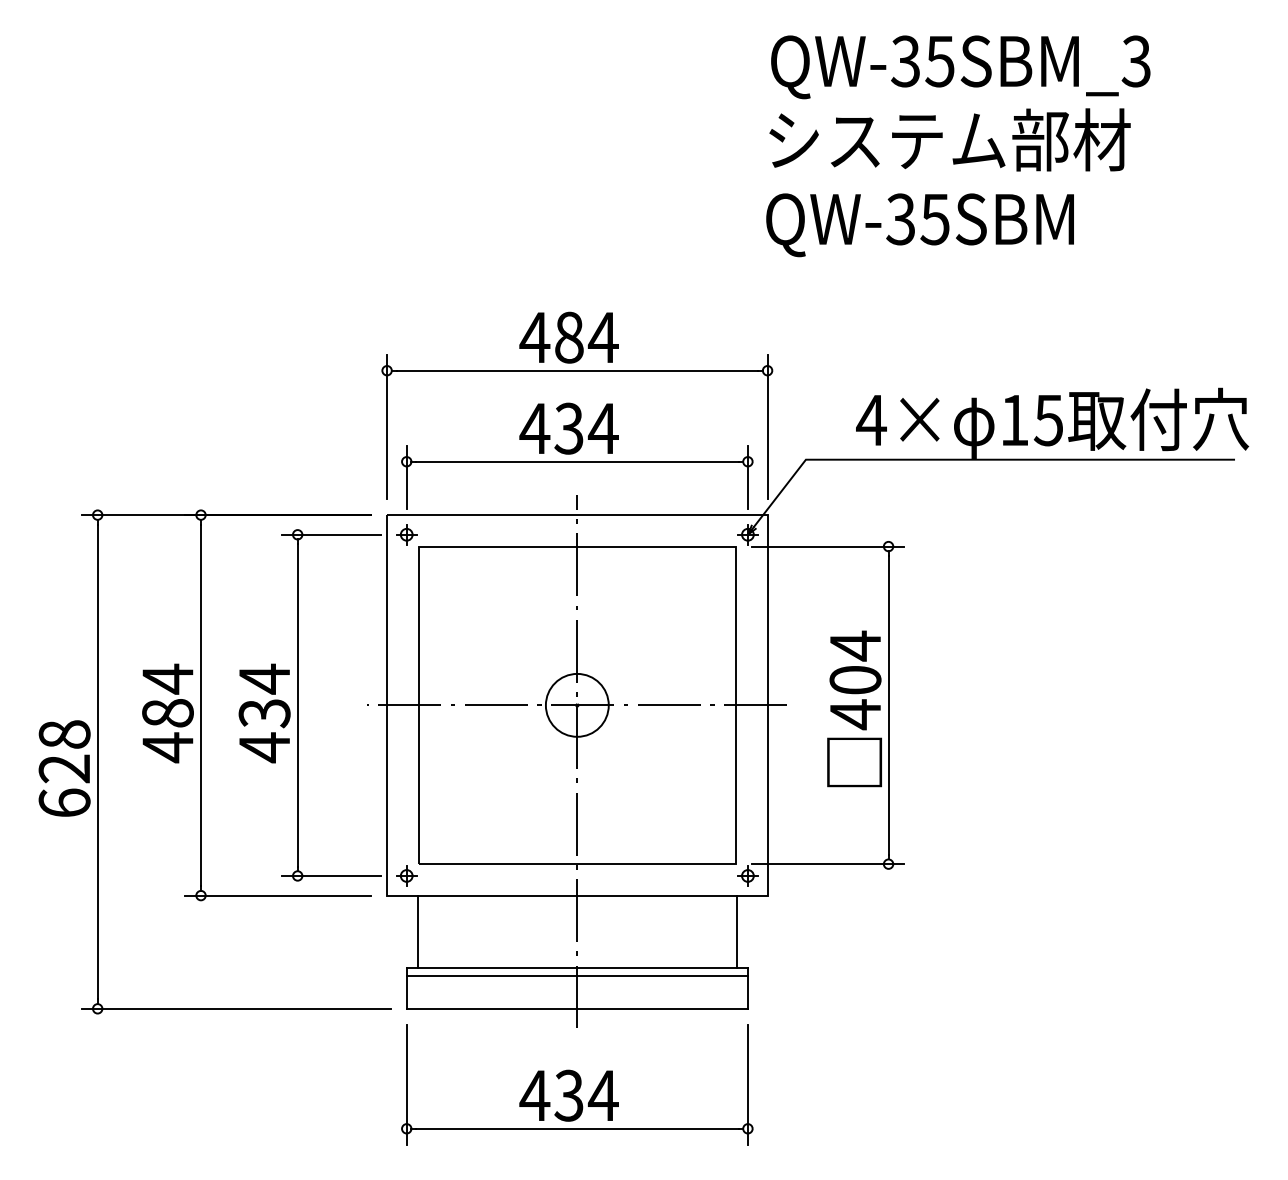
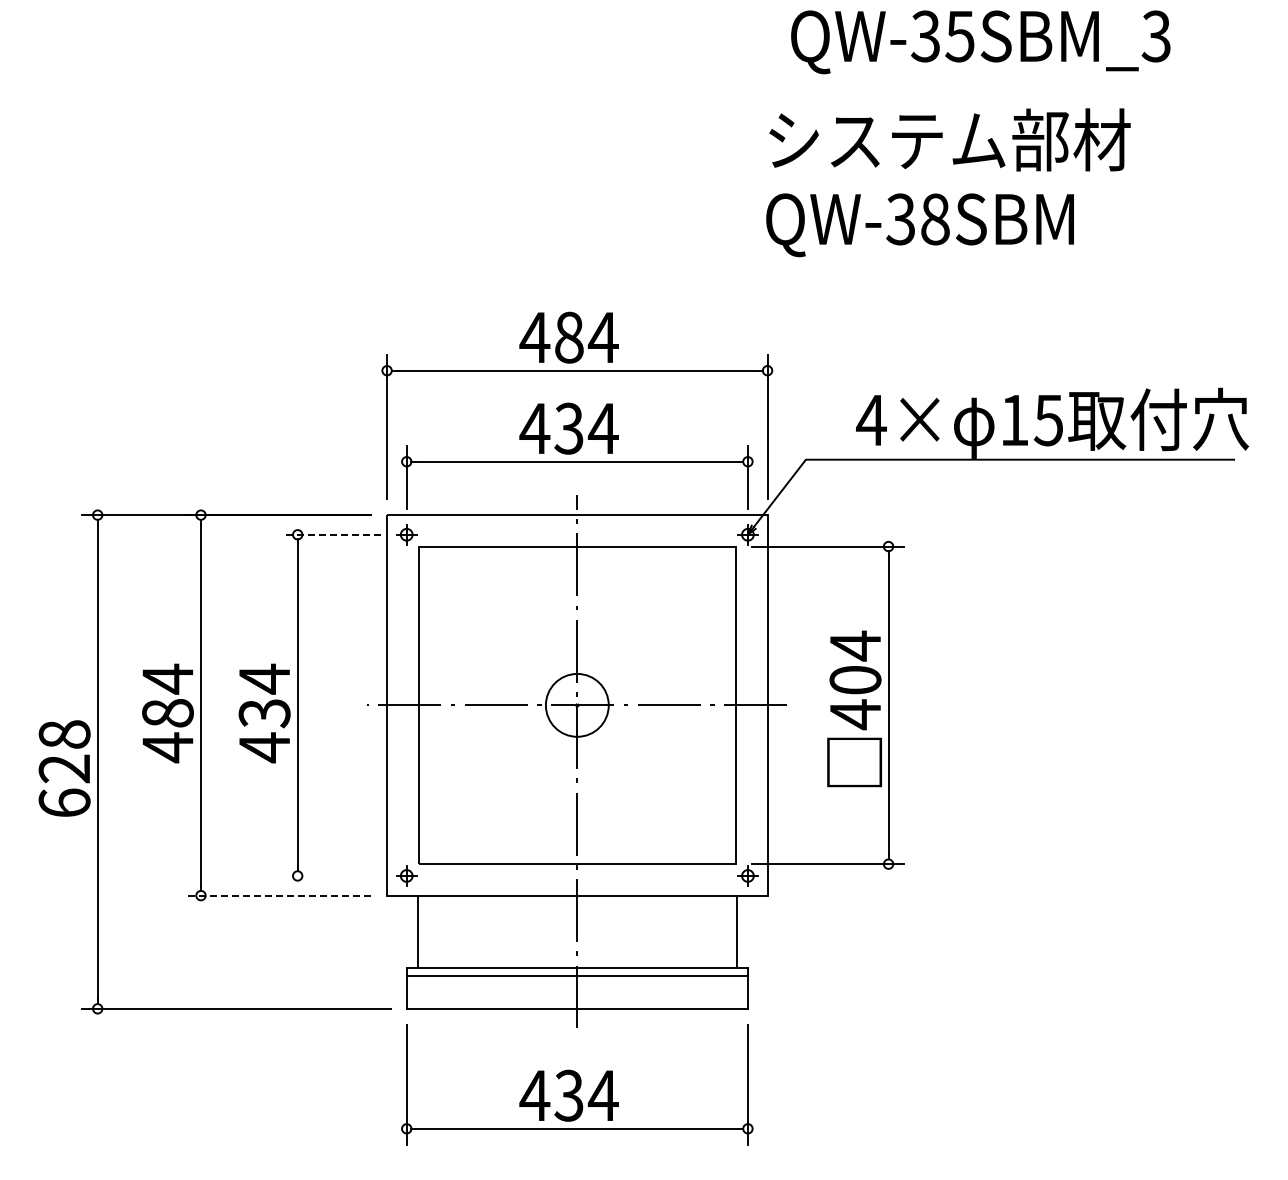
text at (960, 67) position: (960, 67) -> (980, 42)
text at (934, 219): QW-35SBM -> QW-38SBM
line at (331, 534): solid -> dashed
line at (331, 875): present -> none
line at (277, 895): solid -> dashed
